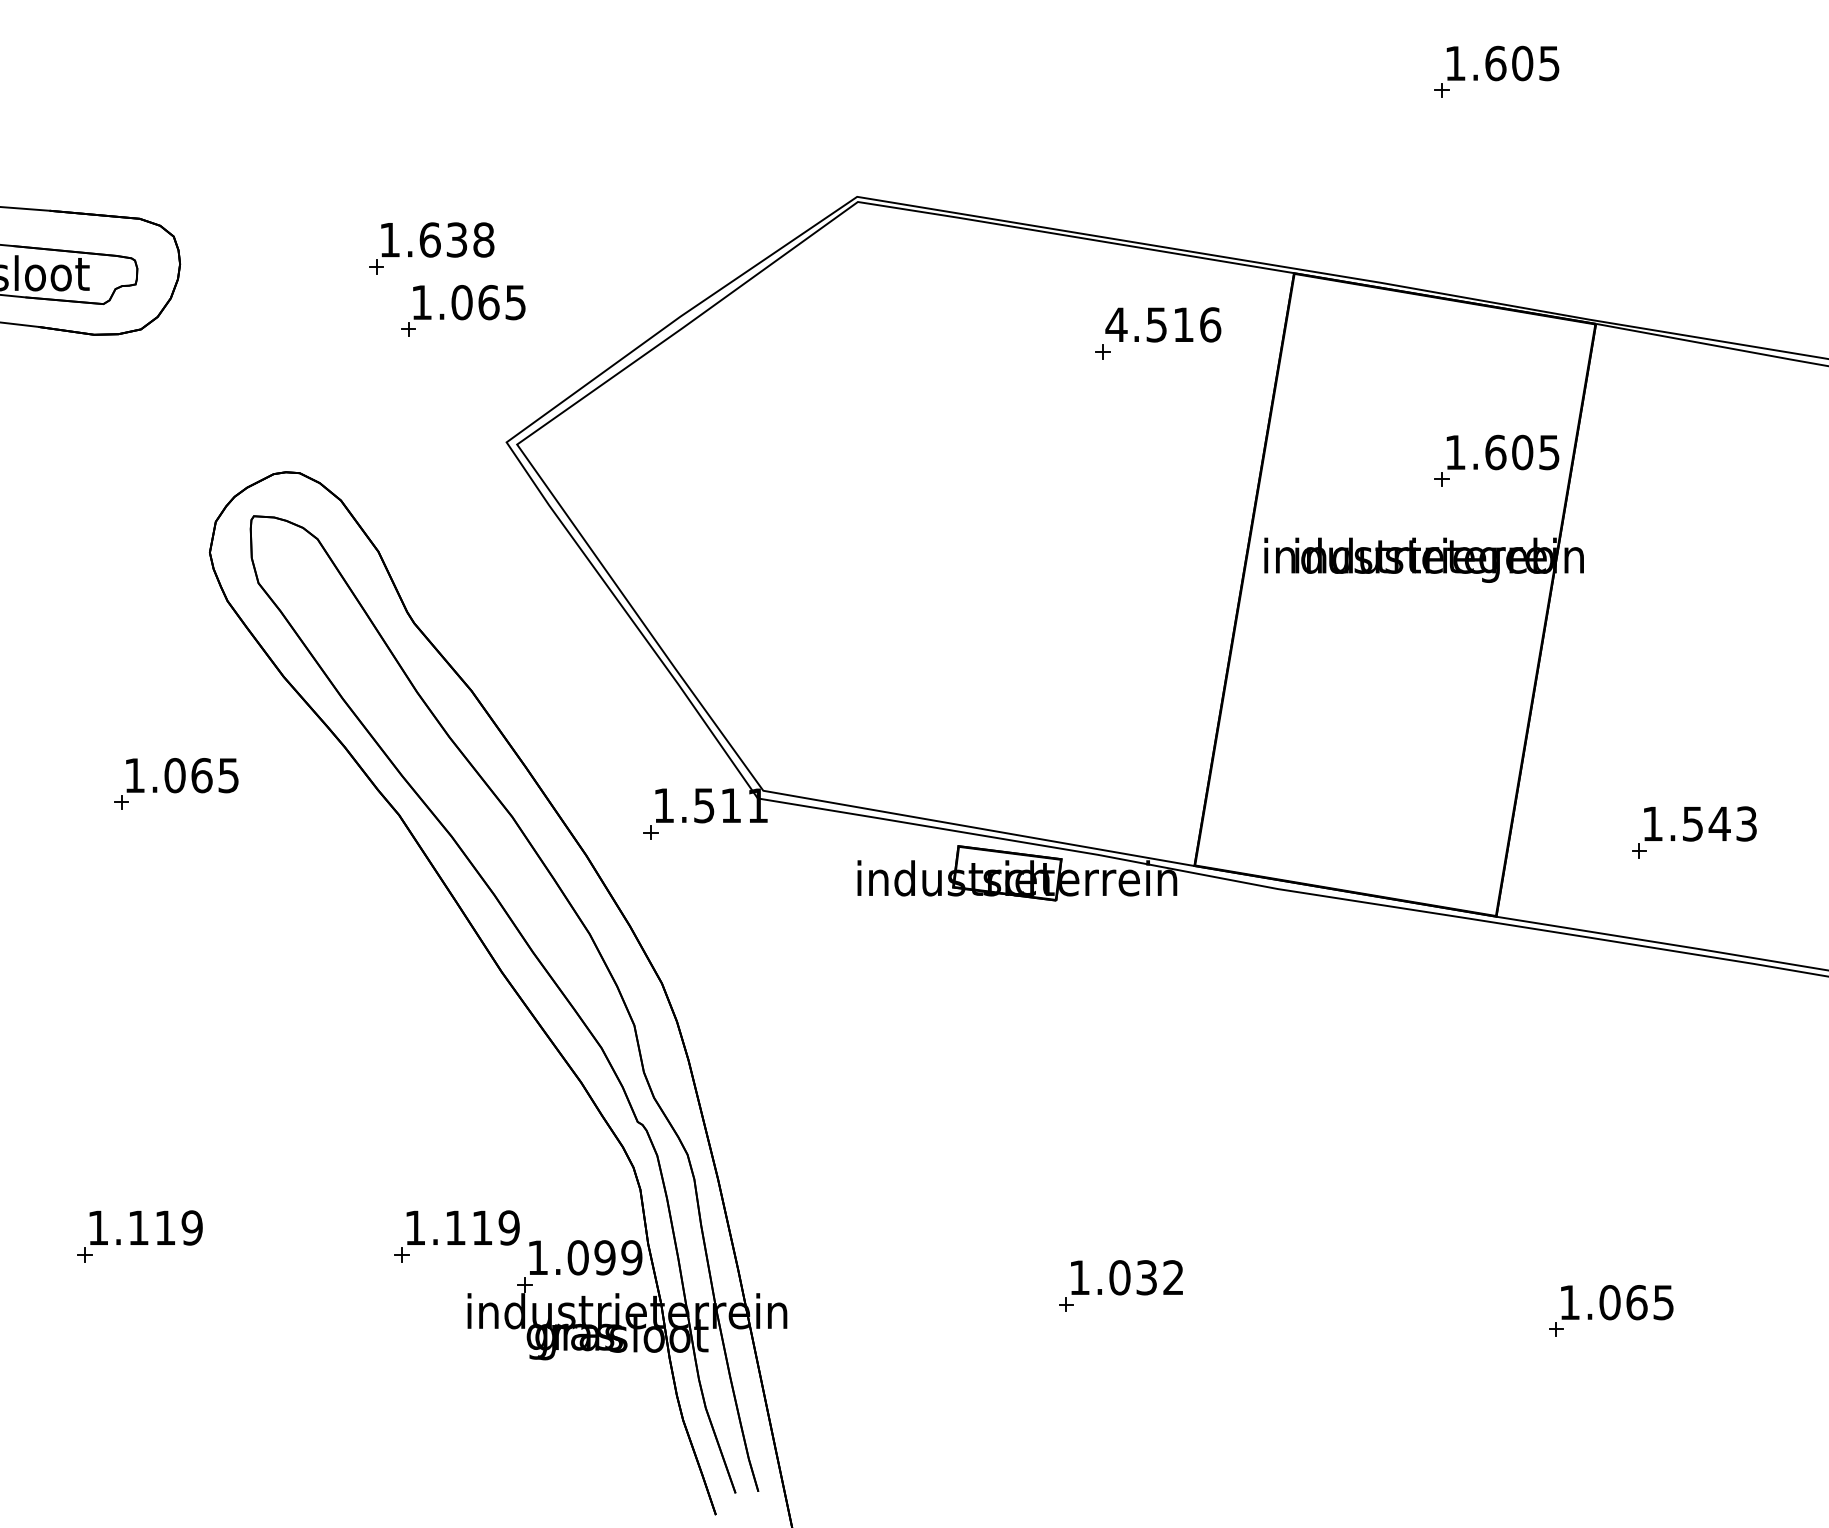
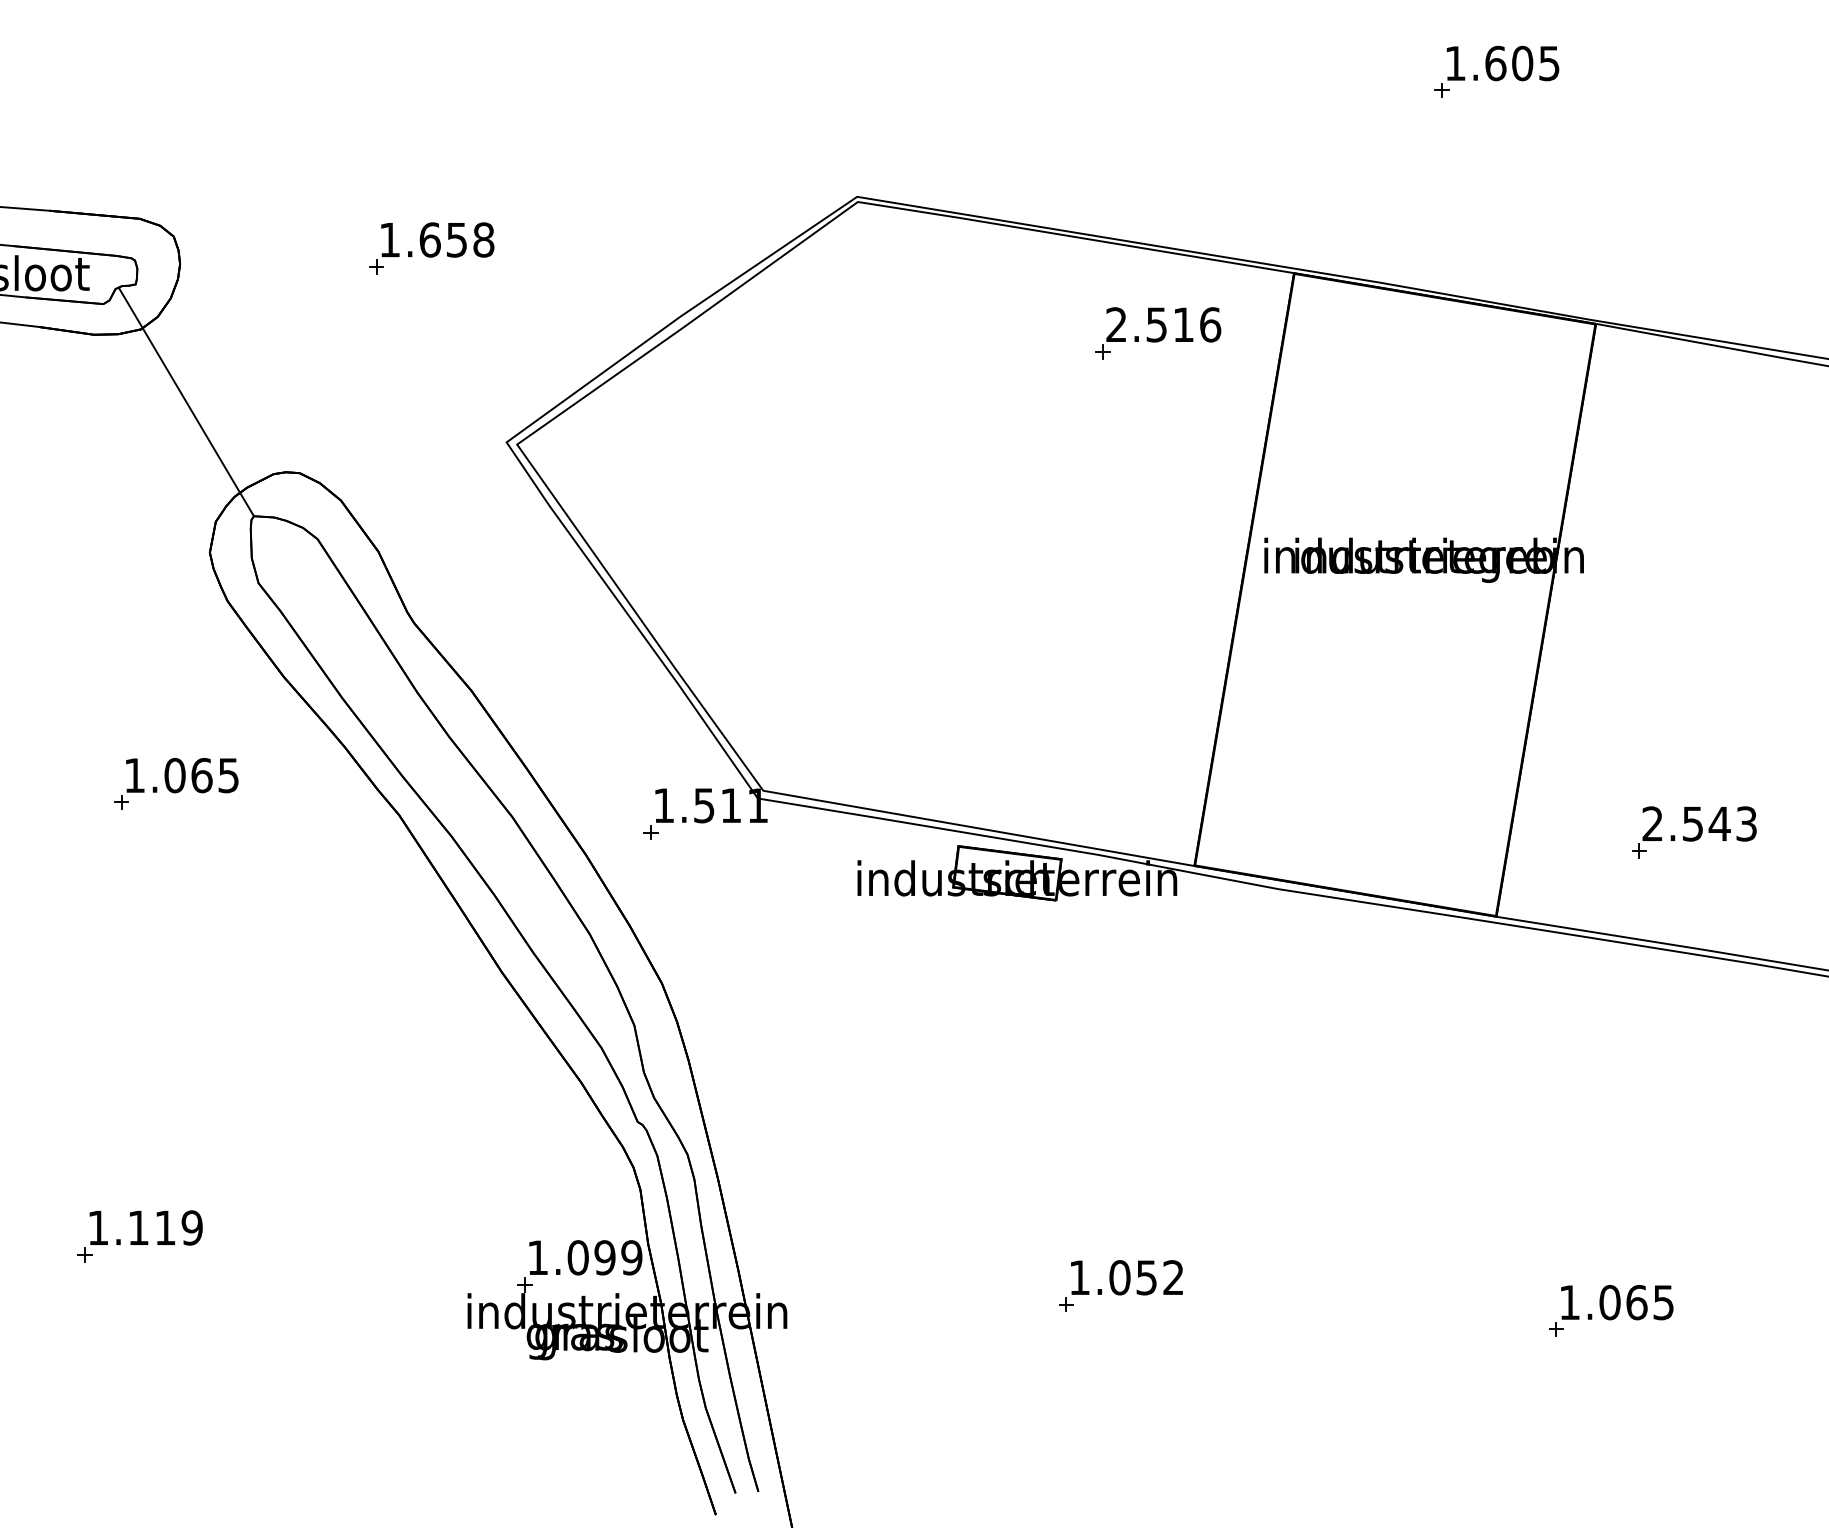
text at (457, 239): 1.638 -> 1.658
part at (463, 310): present -> none
text at (1116, 324): 4.516 -> 2.516
line at (185, 401): none -> present
part at (1496, 460): present -> none
text at (1652, 823): 1.543 -> 2.543
part at (456, 1236): present -> none
text at (1146, 1277): 1.032 -> 1.052
